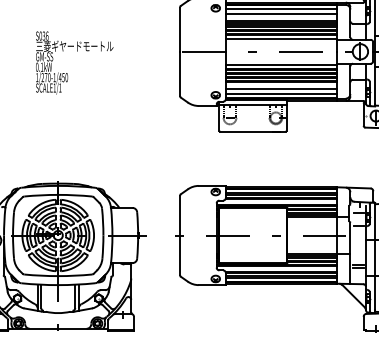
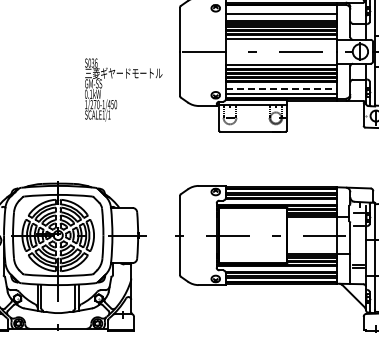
line at (280, 9): present -> none
text at (74, 62) position: (74, 62) -> (123, 89)
line at (281, 89): solid -> dashed
